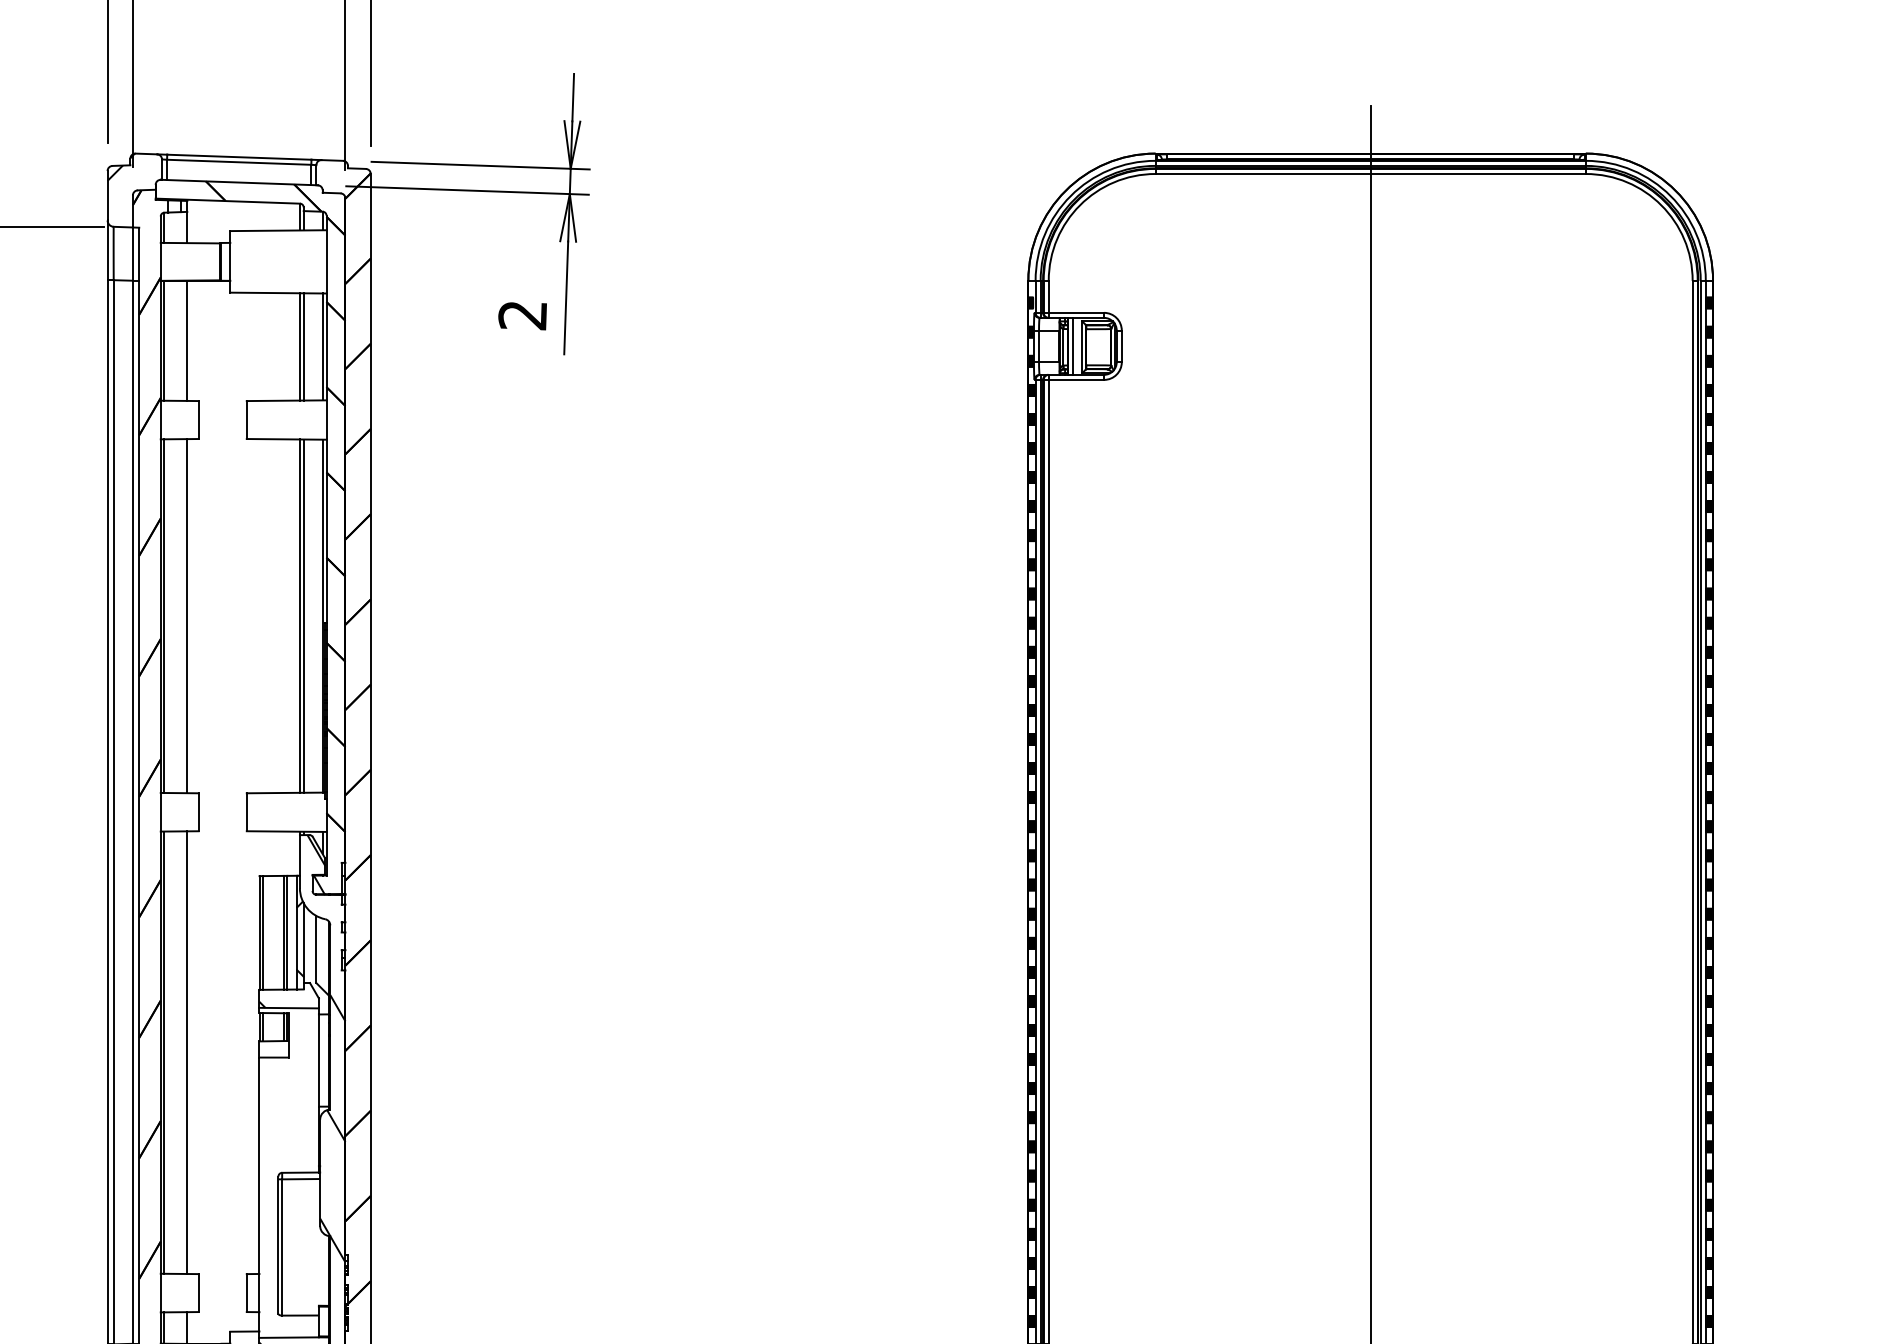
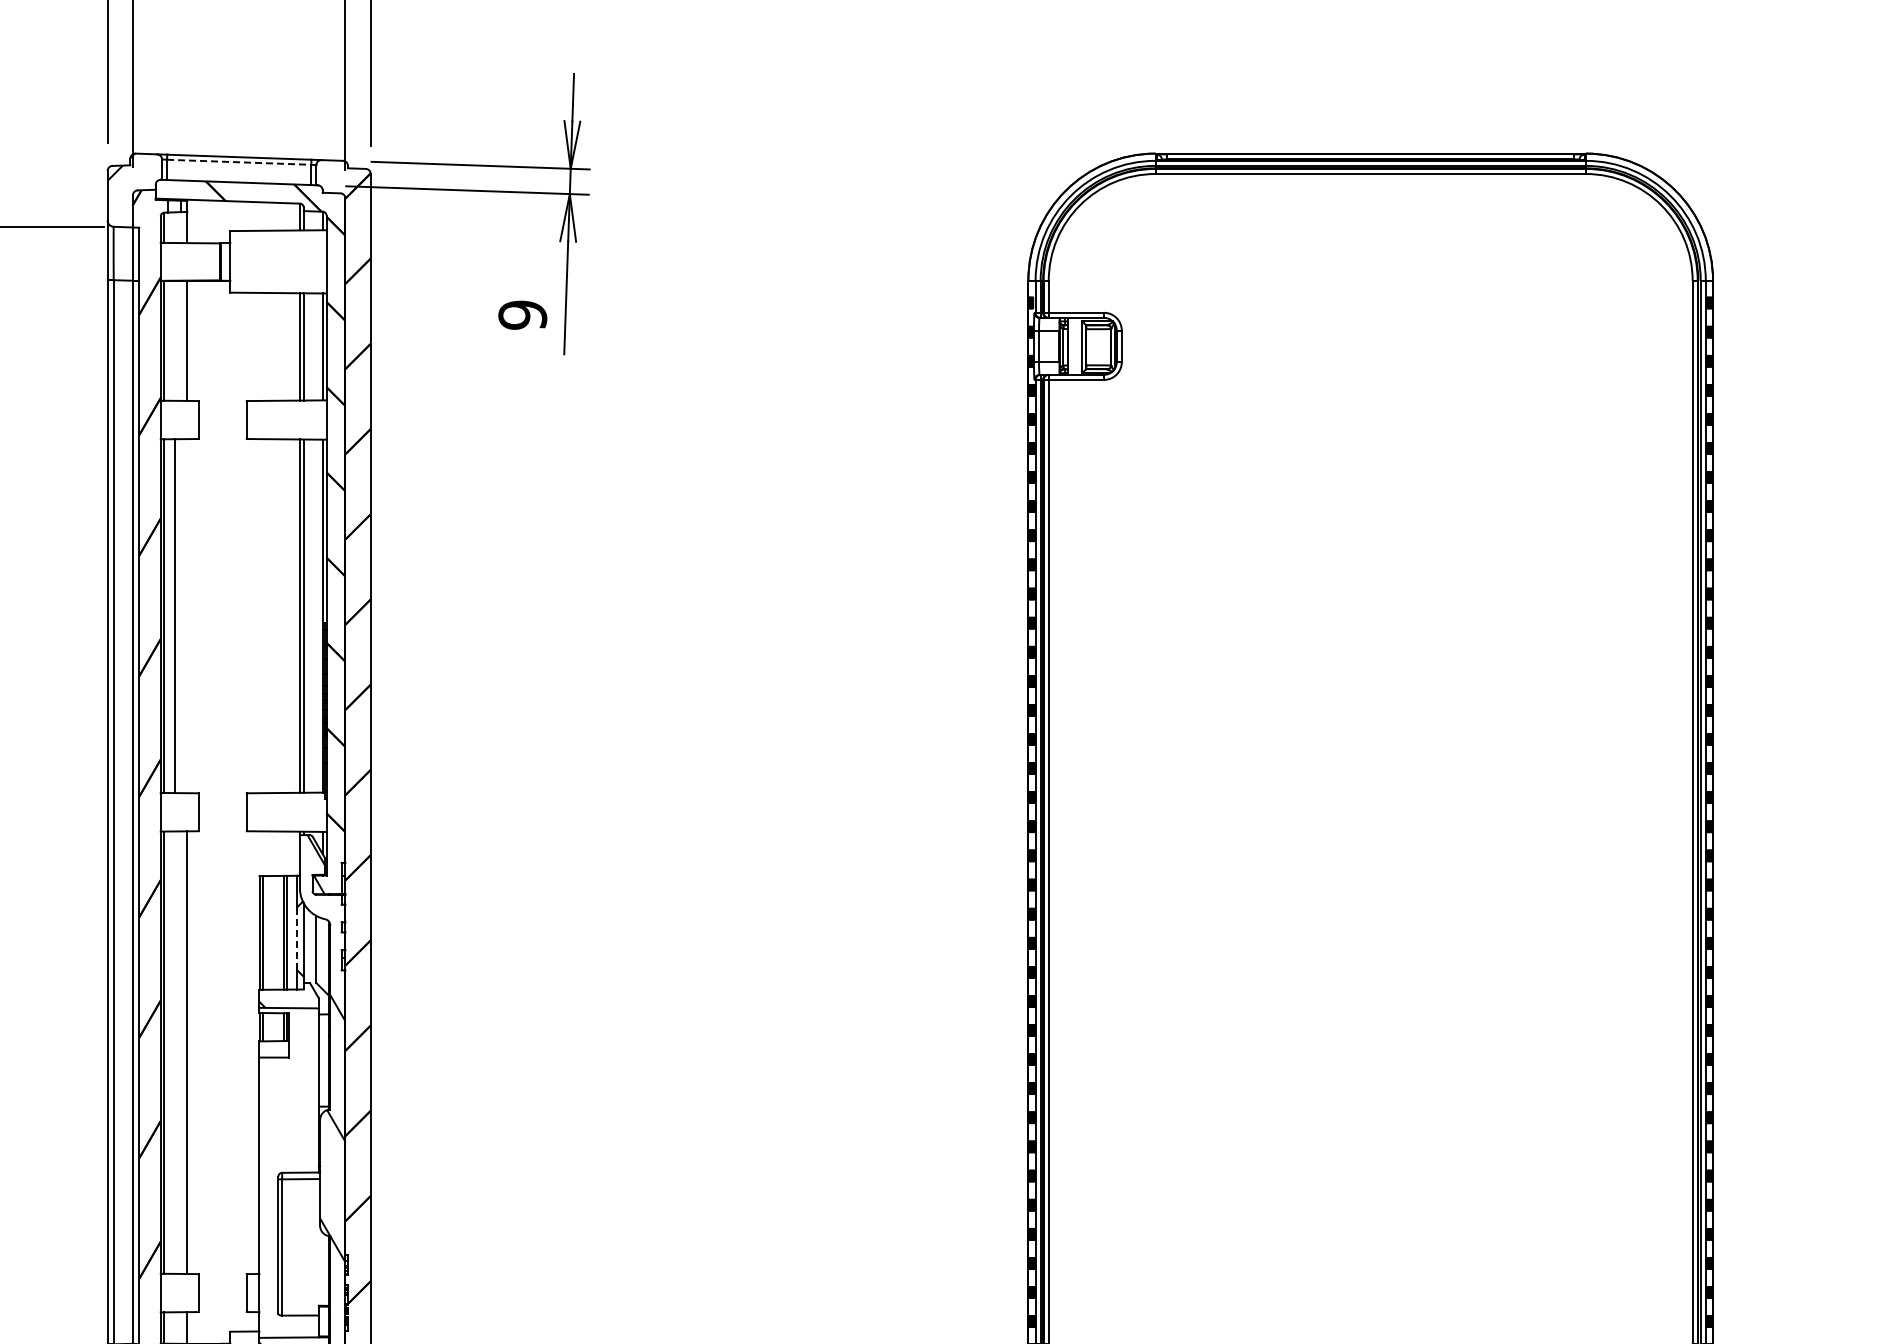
line at (239, 162): solid -> dashed
text at (522, 315): 2 -> 9
line at (1073, 345): present -> none
line at (187, 616) position: (187, 616) -> (175, 616)
line at (1370, 723): present -> none
line at (297, 938): solid -> dashed
